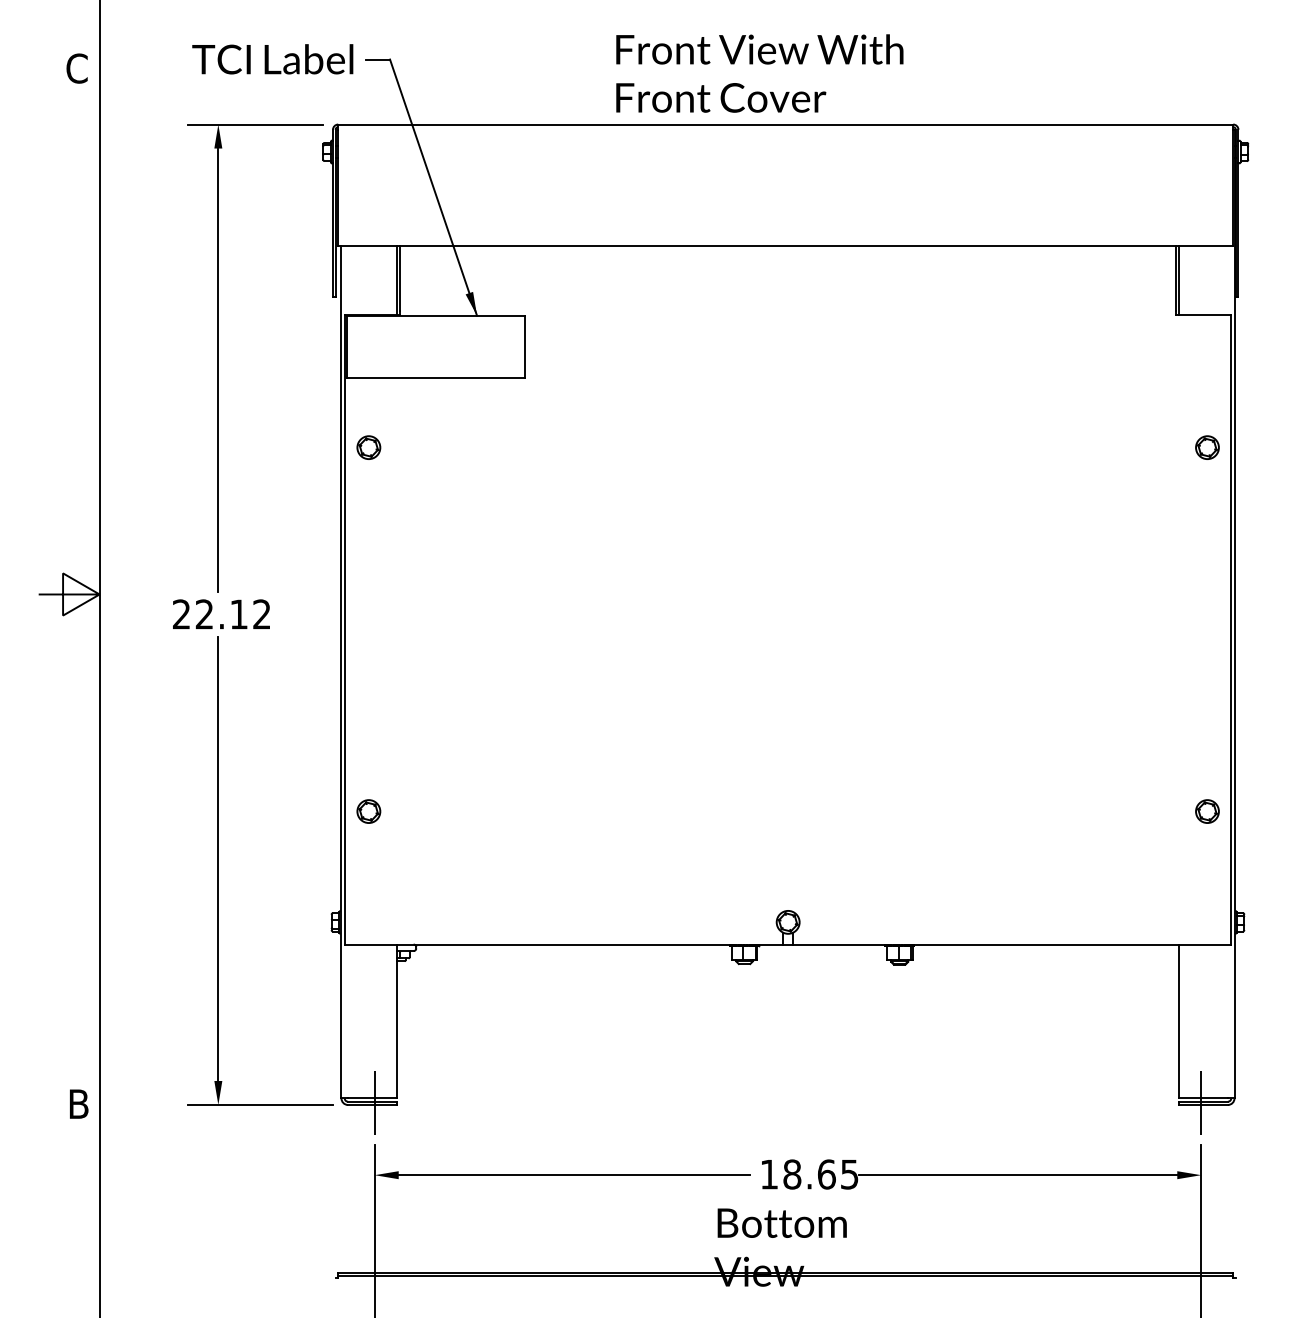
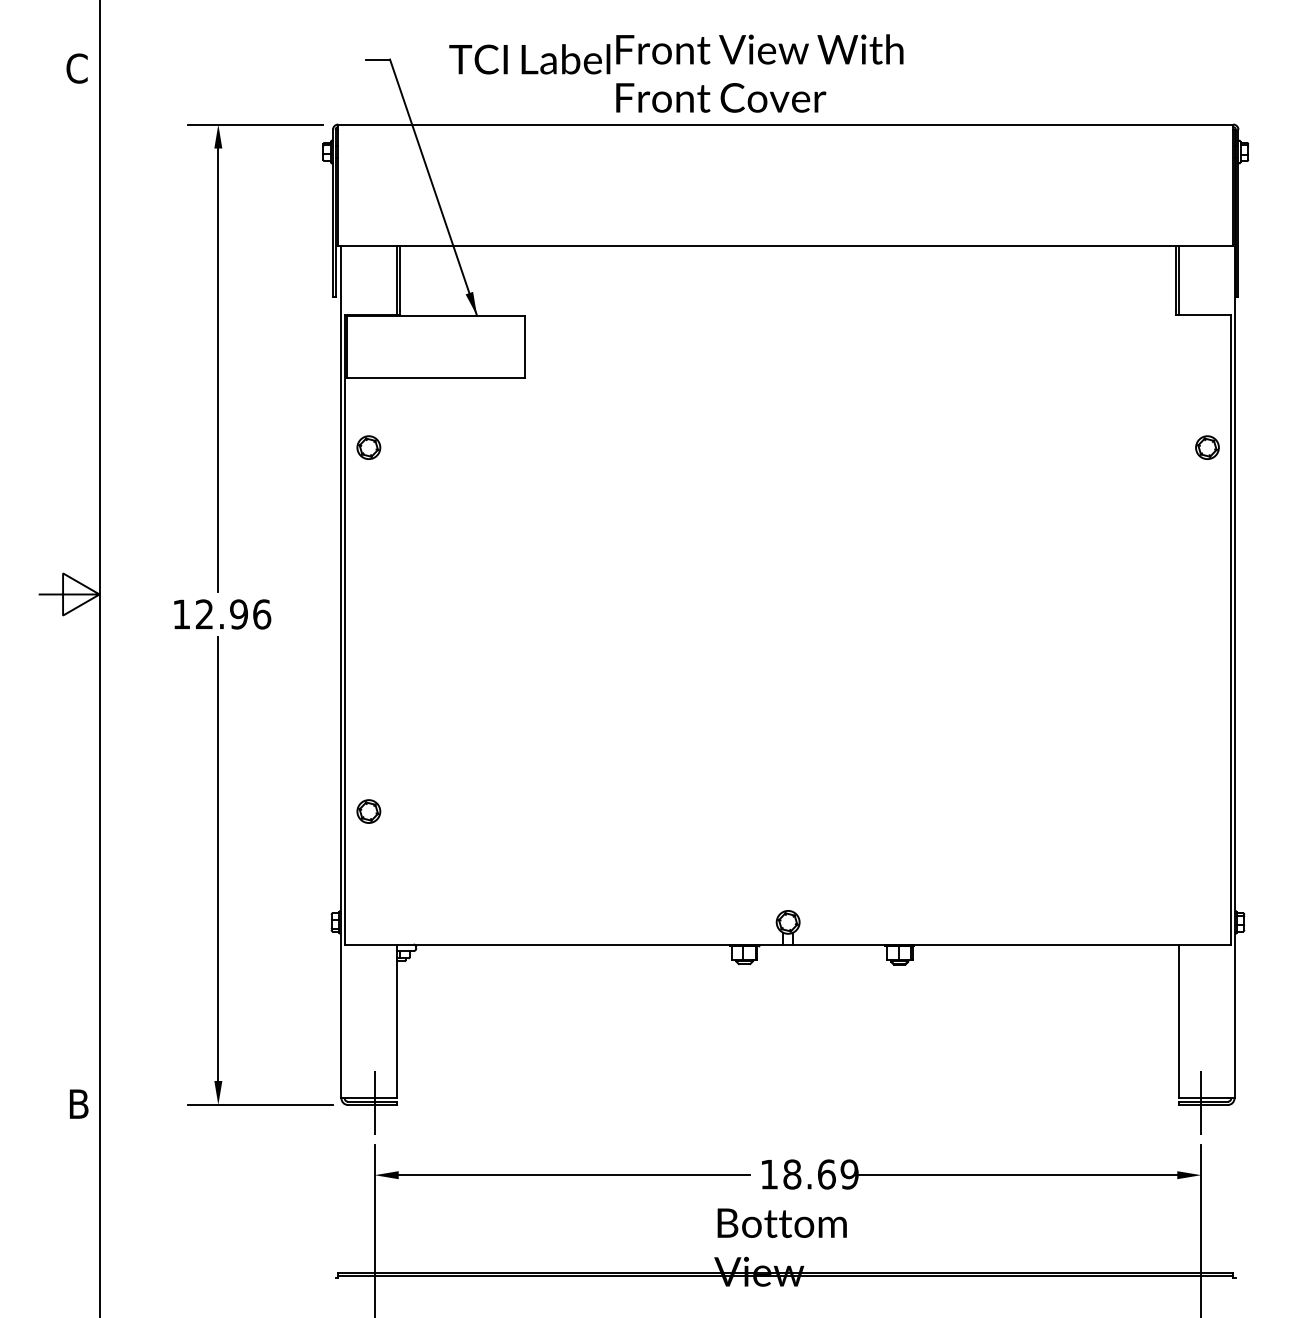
text at (272, 59) position: (272, 59) -> (529, 59)
text at (222, 614): 22.12 -> 12.96
part at (1207, 811): present -> none
text at (849, 1174): 18.65 -> 18.69
